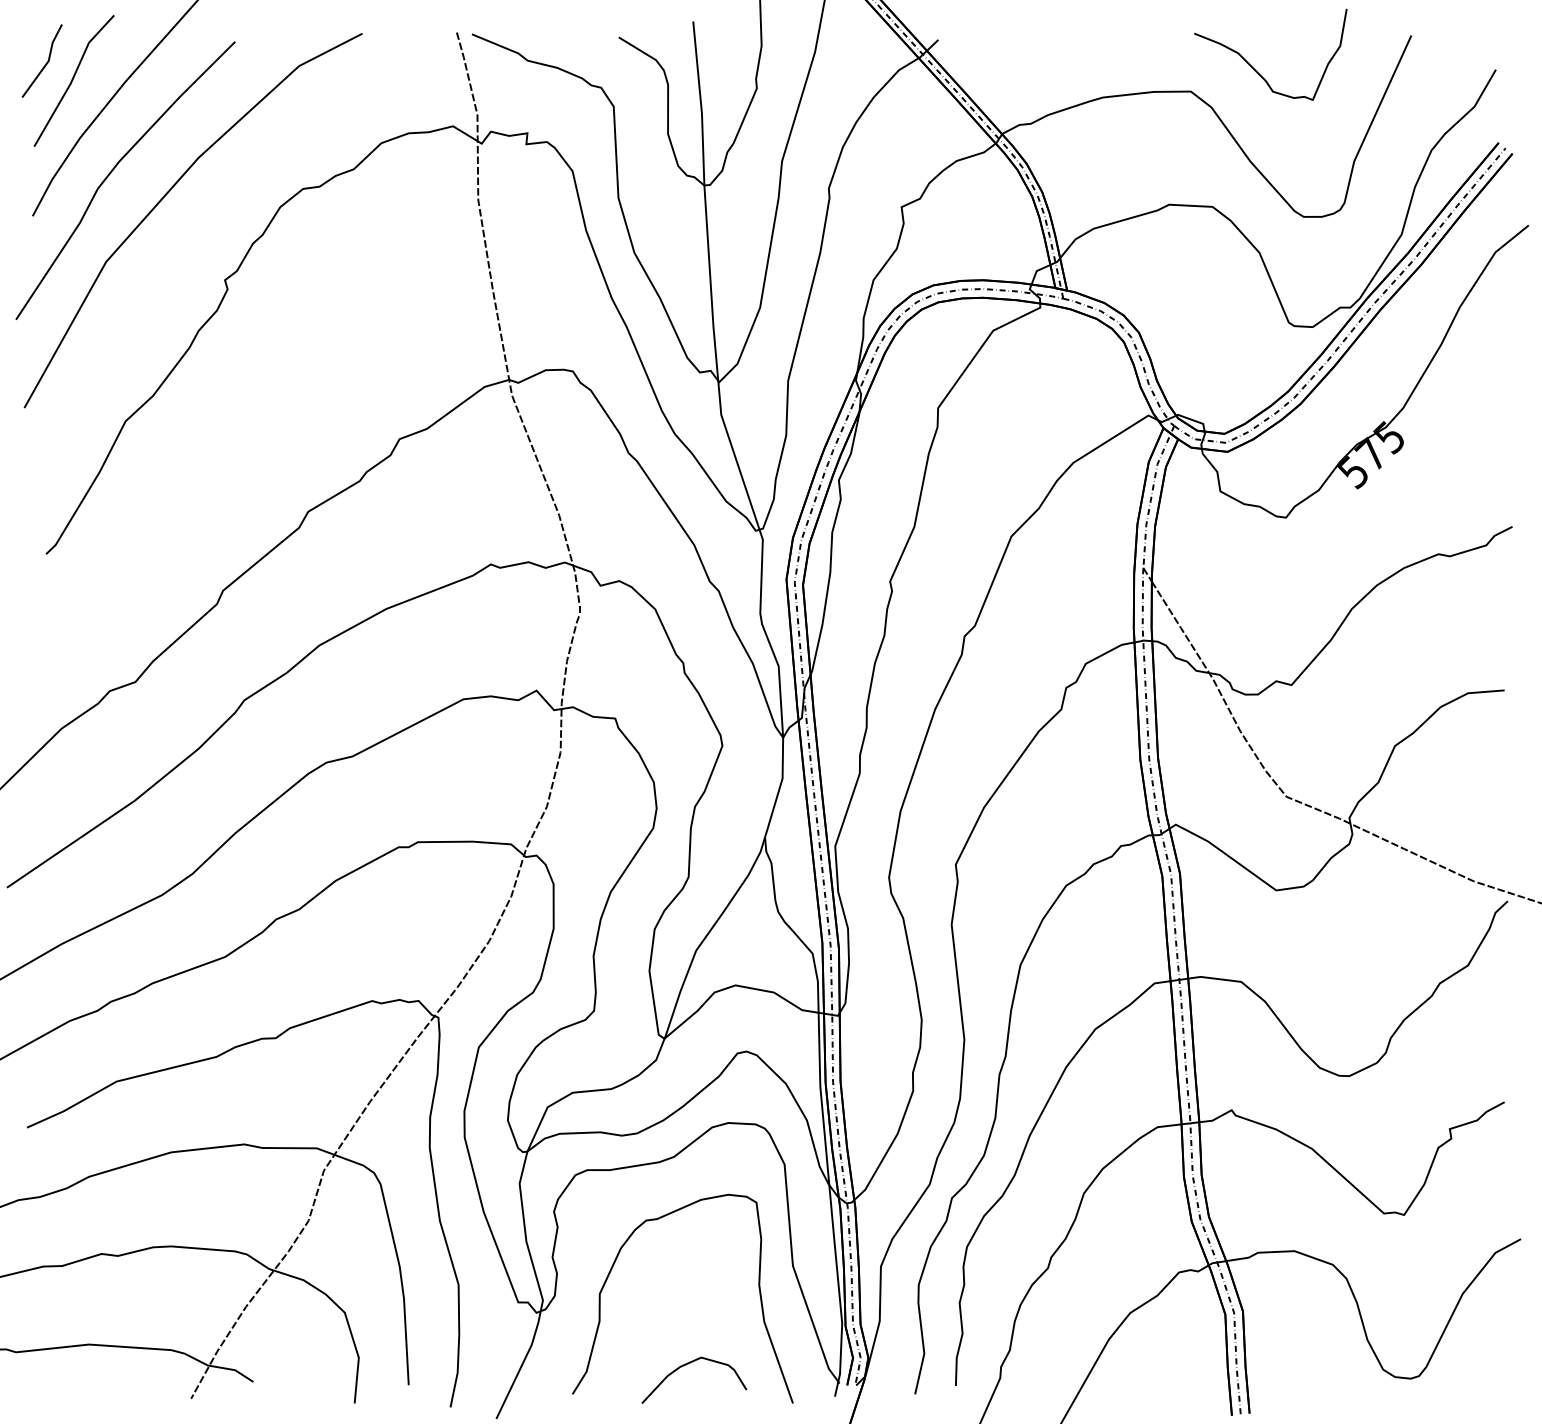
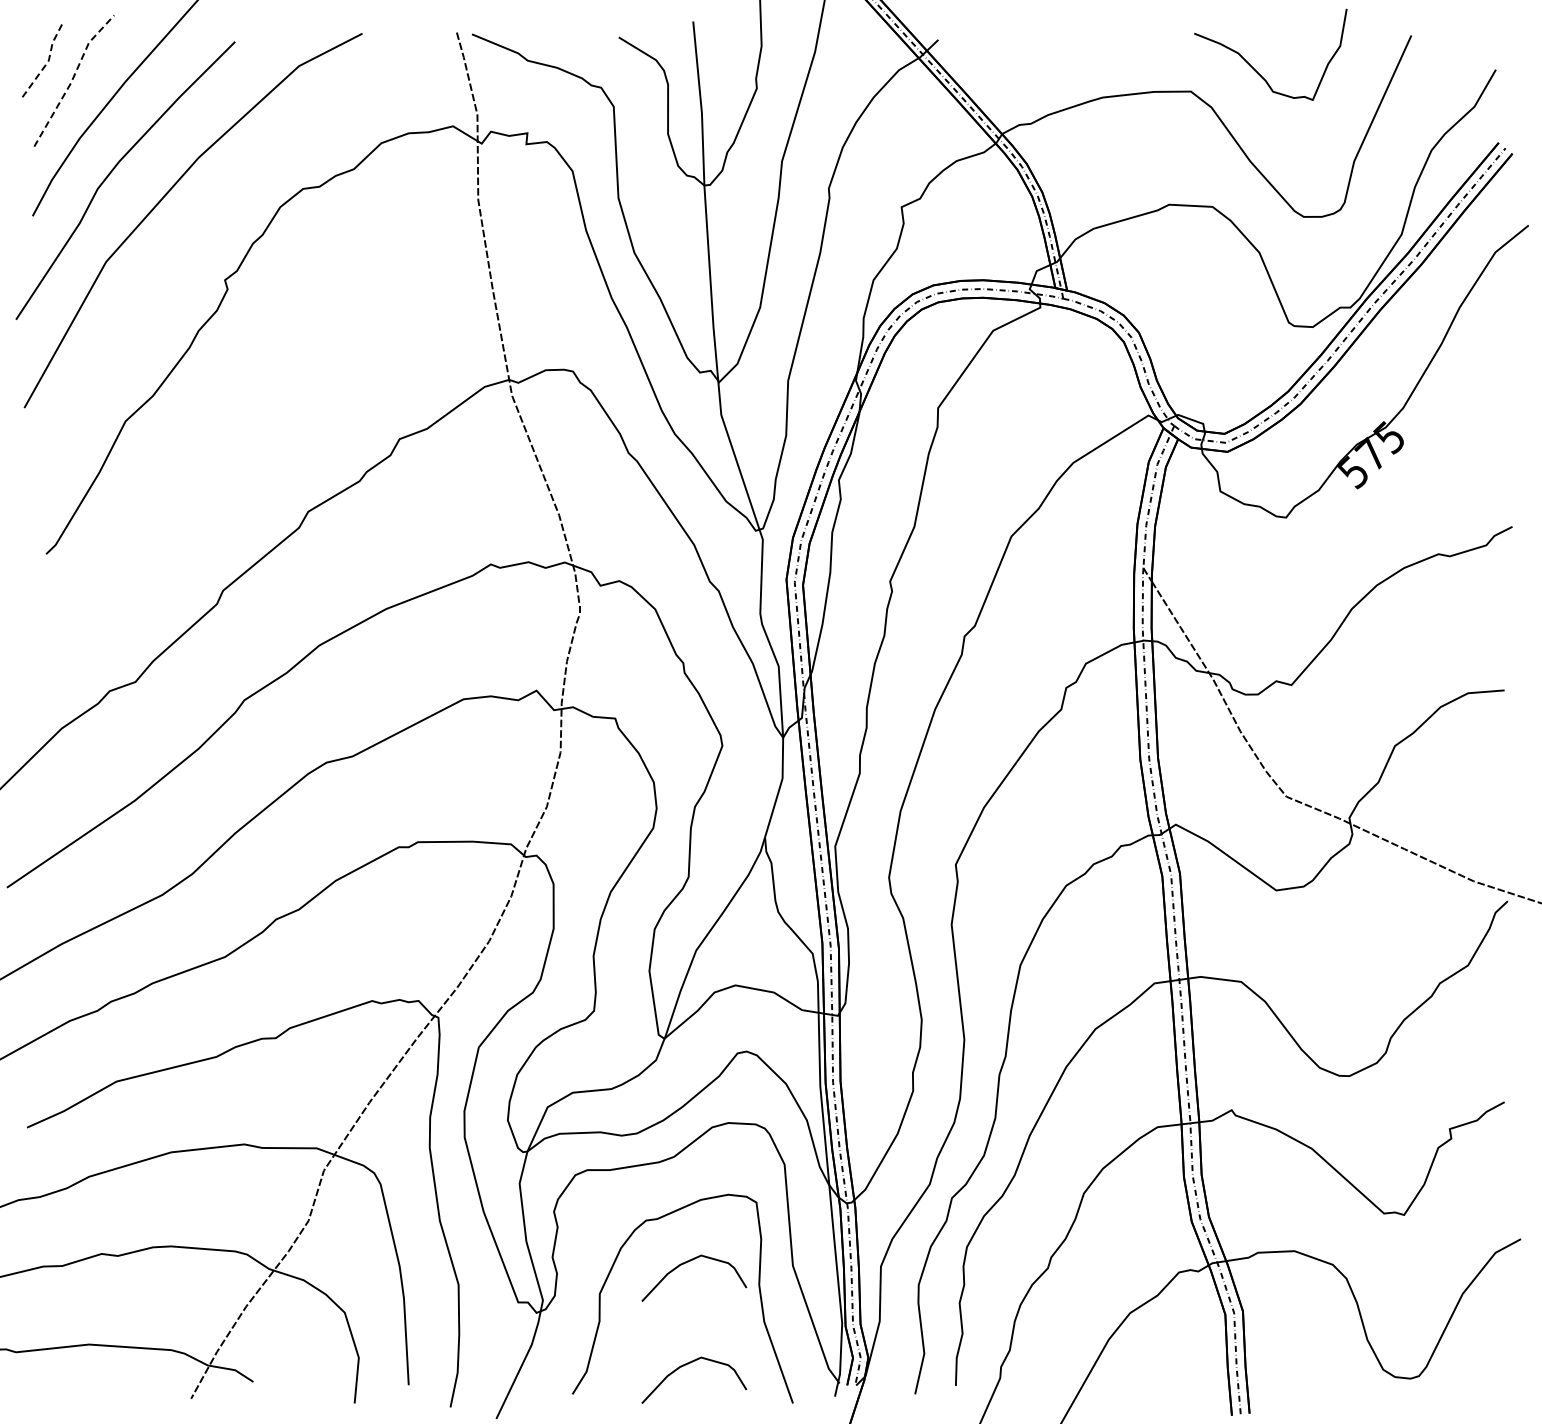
line at (47, 62): solid -> dashed
line at (72, 78): solid -> dashed
curve at (686, 1263): none -> present
